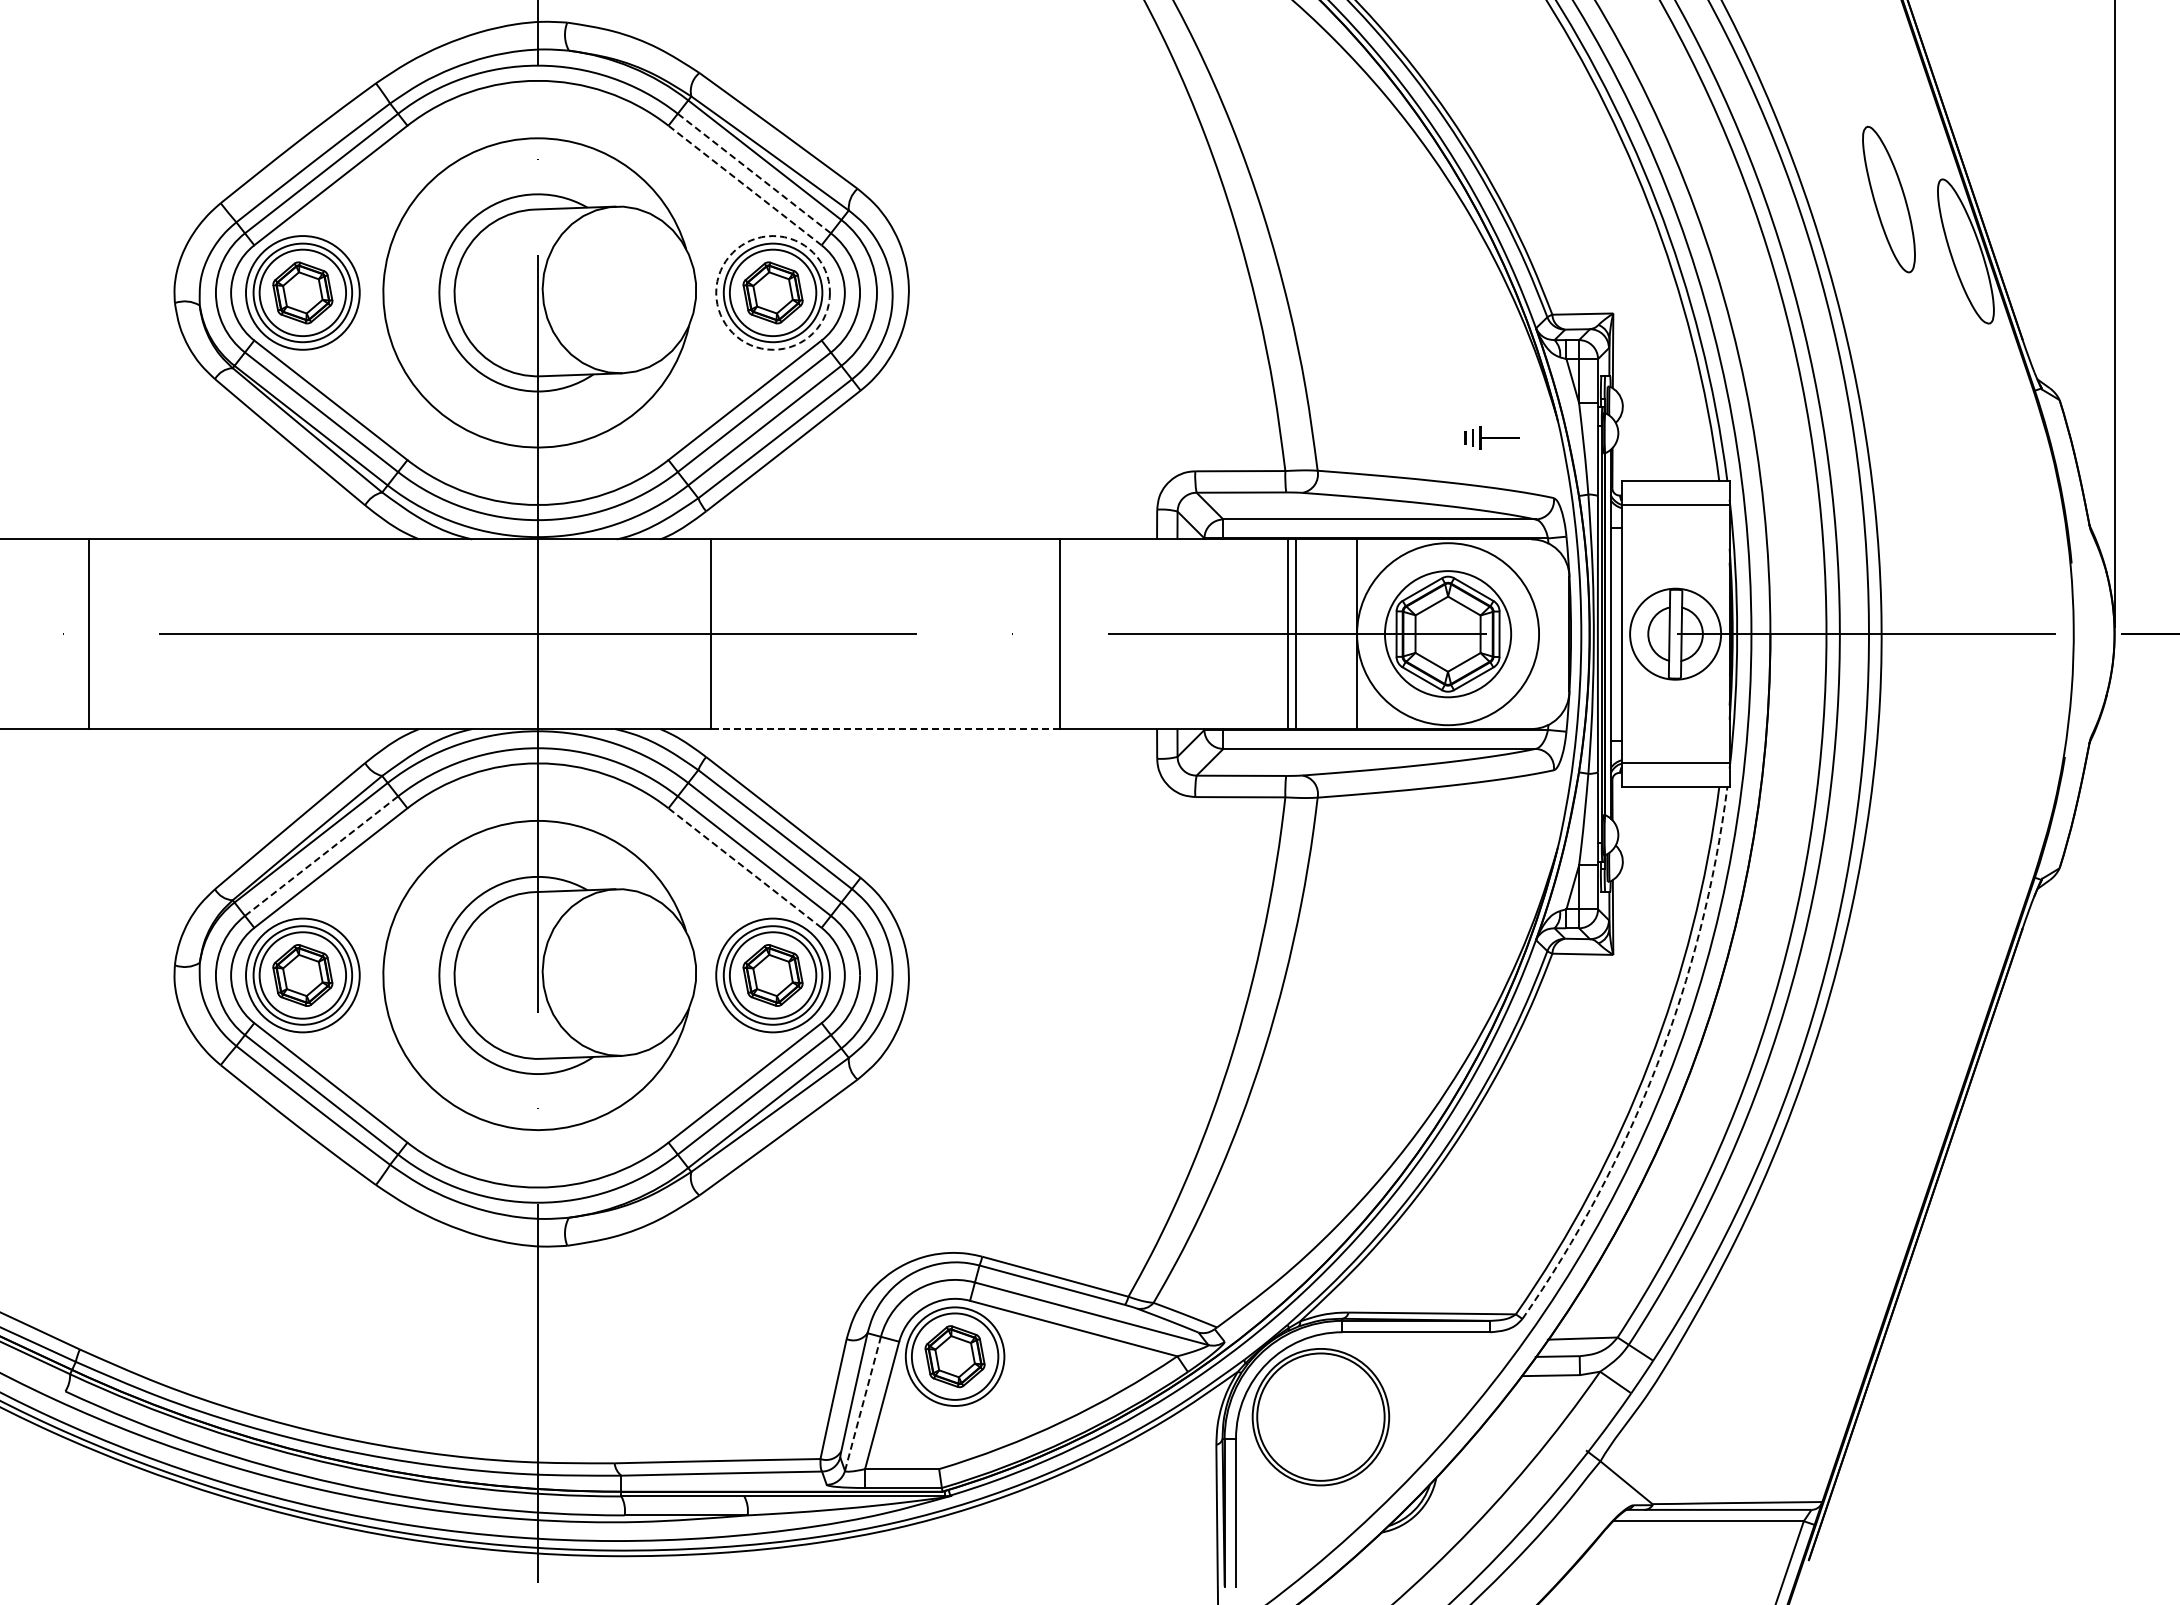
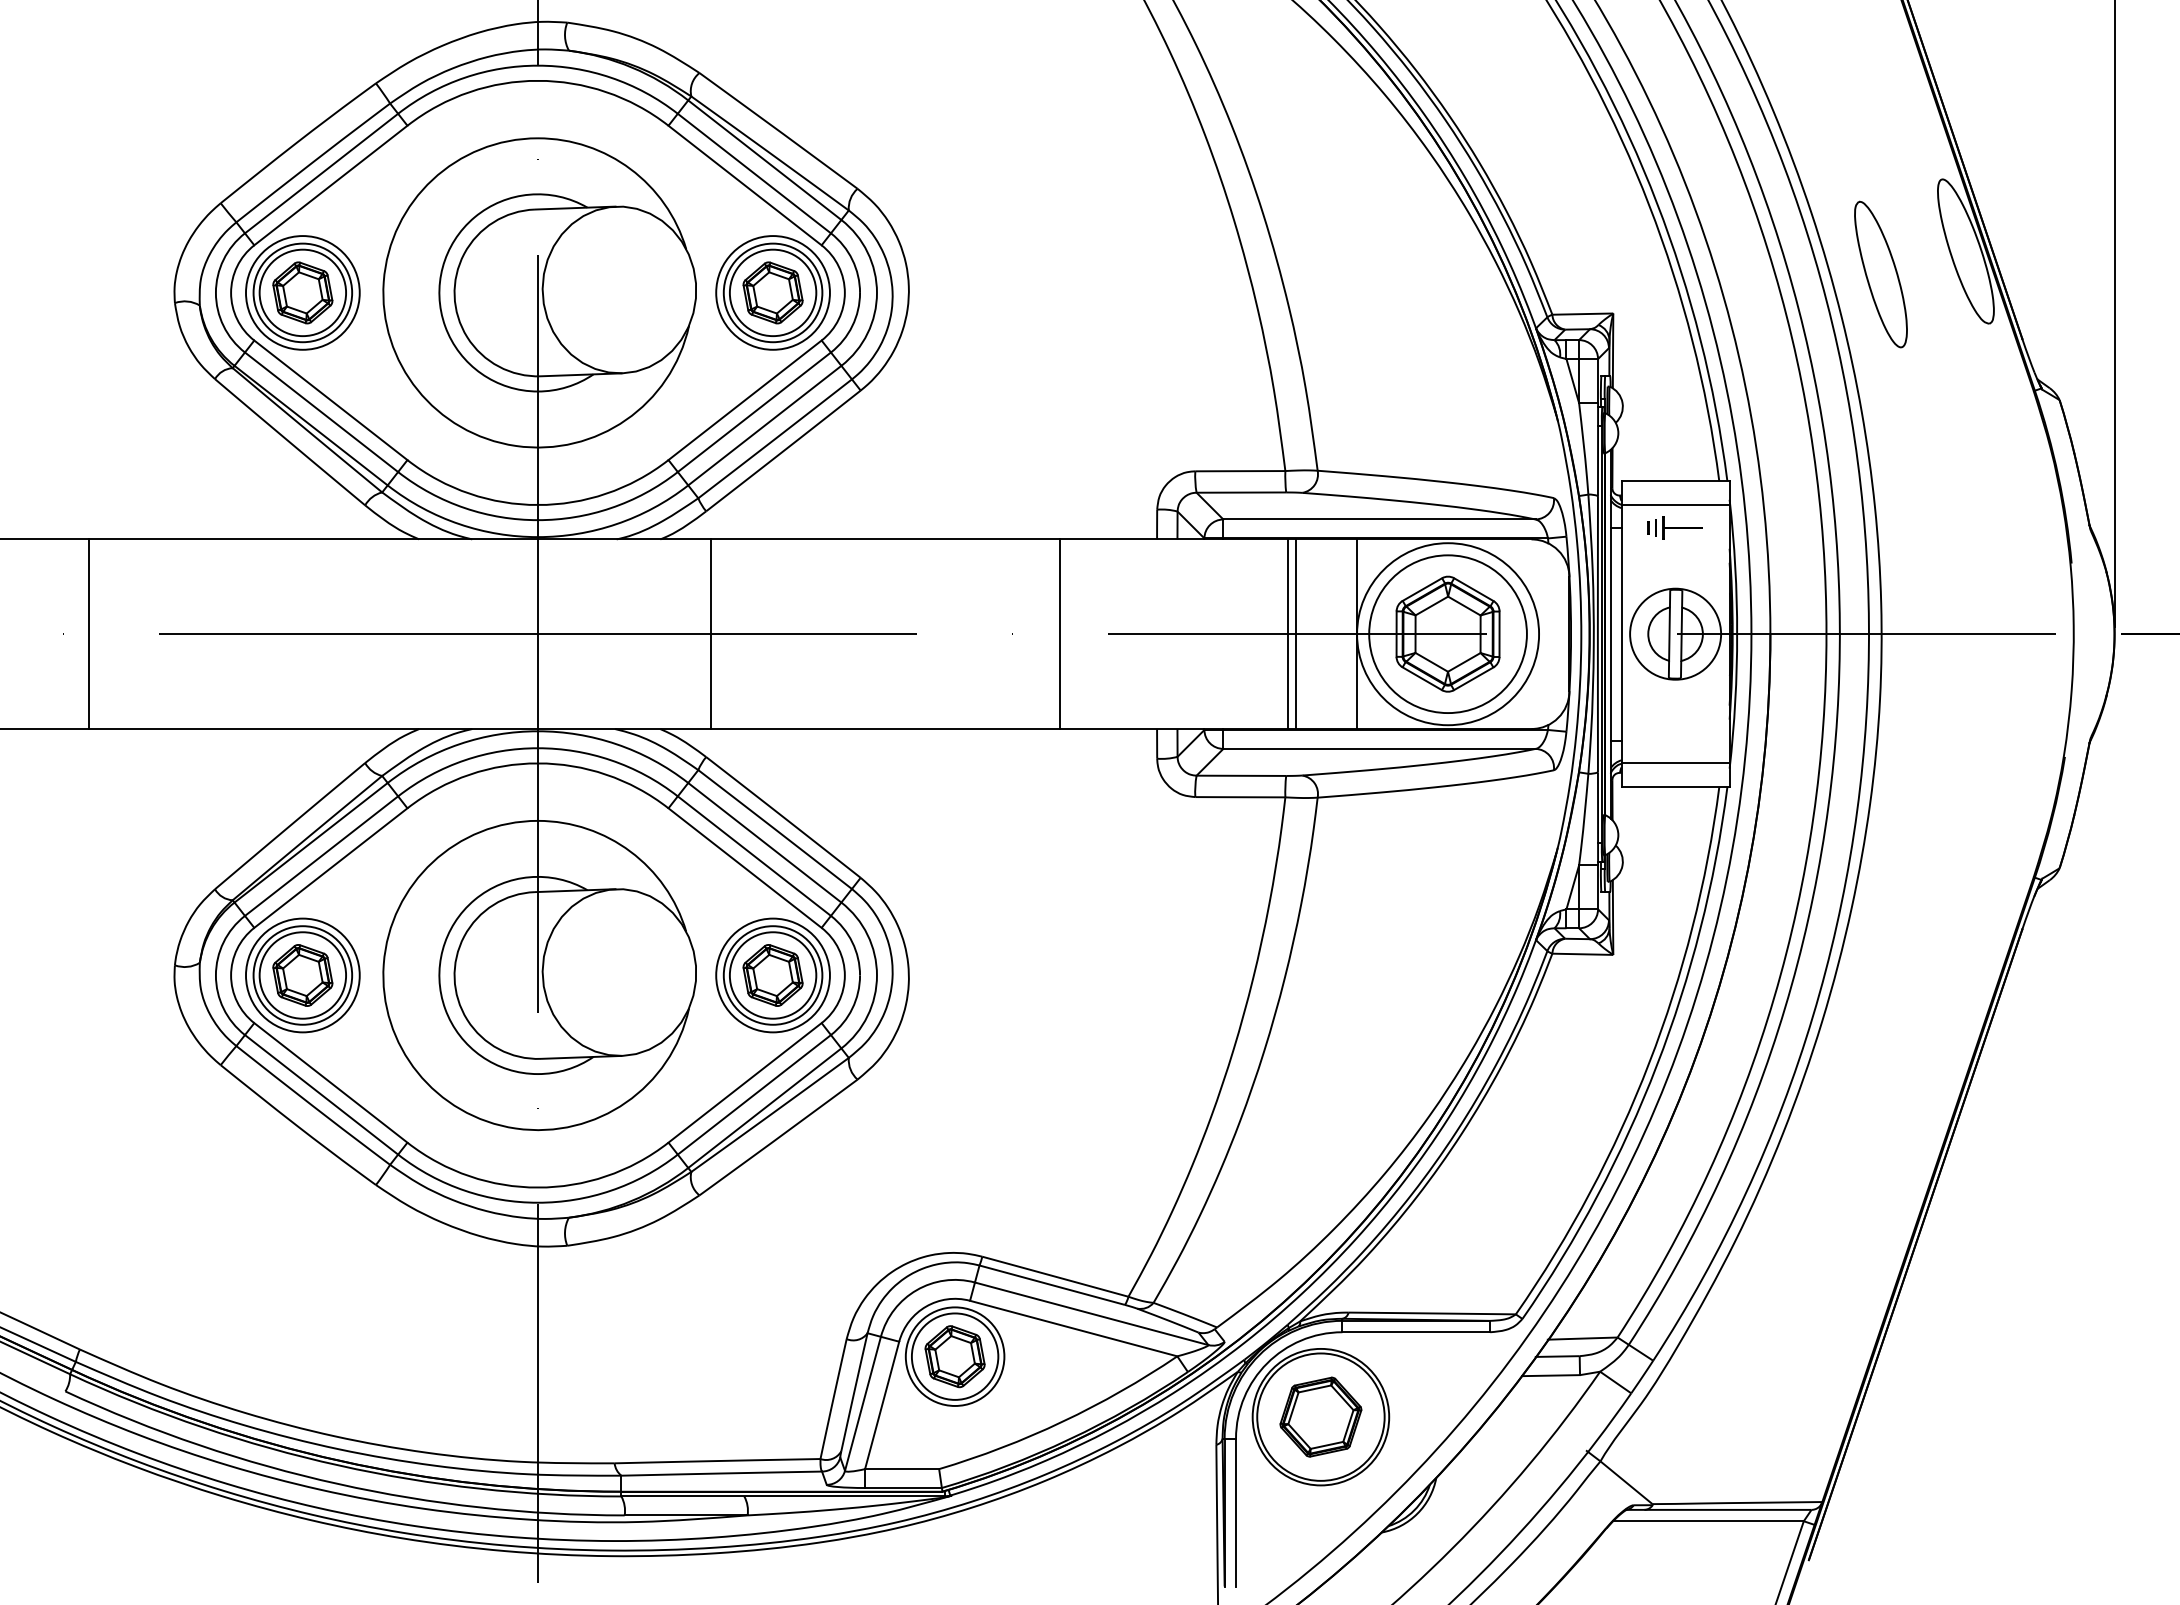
line at (754, 173): dashed -> solid
line at (744, 185): dashed -> solid
part at (1888, 199) position: (1888, 199) -> (1880, 274)
circle at (772, 292): dashed -> solid
part at (1491, 437) position: (1491, 437) -> (1674, 527)
circle at (1447, 634) diameter: 126 px -> 158 px
line at (885, 729): dashed -> solid
line at (321, 855): dashed -> solid
line at (744, 867): dashed -> solid
arc at (1656, 1065): dashed -> solid
line at (863, 1403): dashed -> solid
part at (1320, 1416): none -> present
